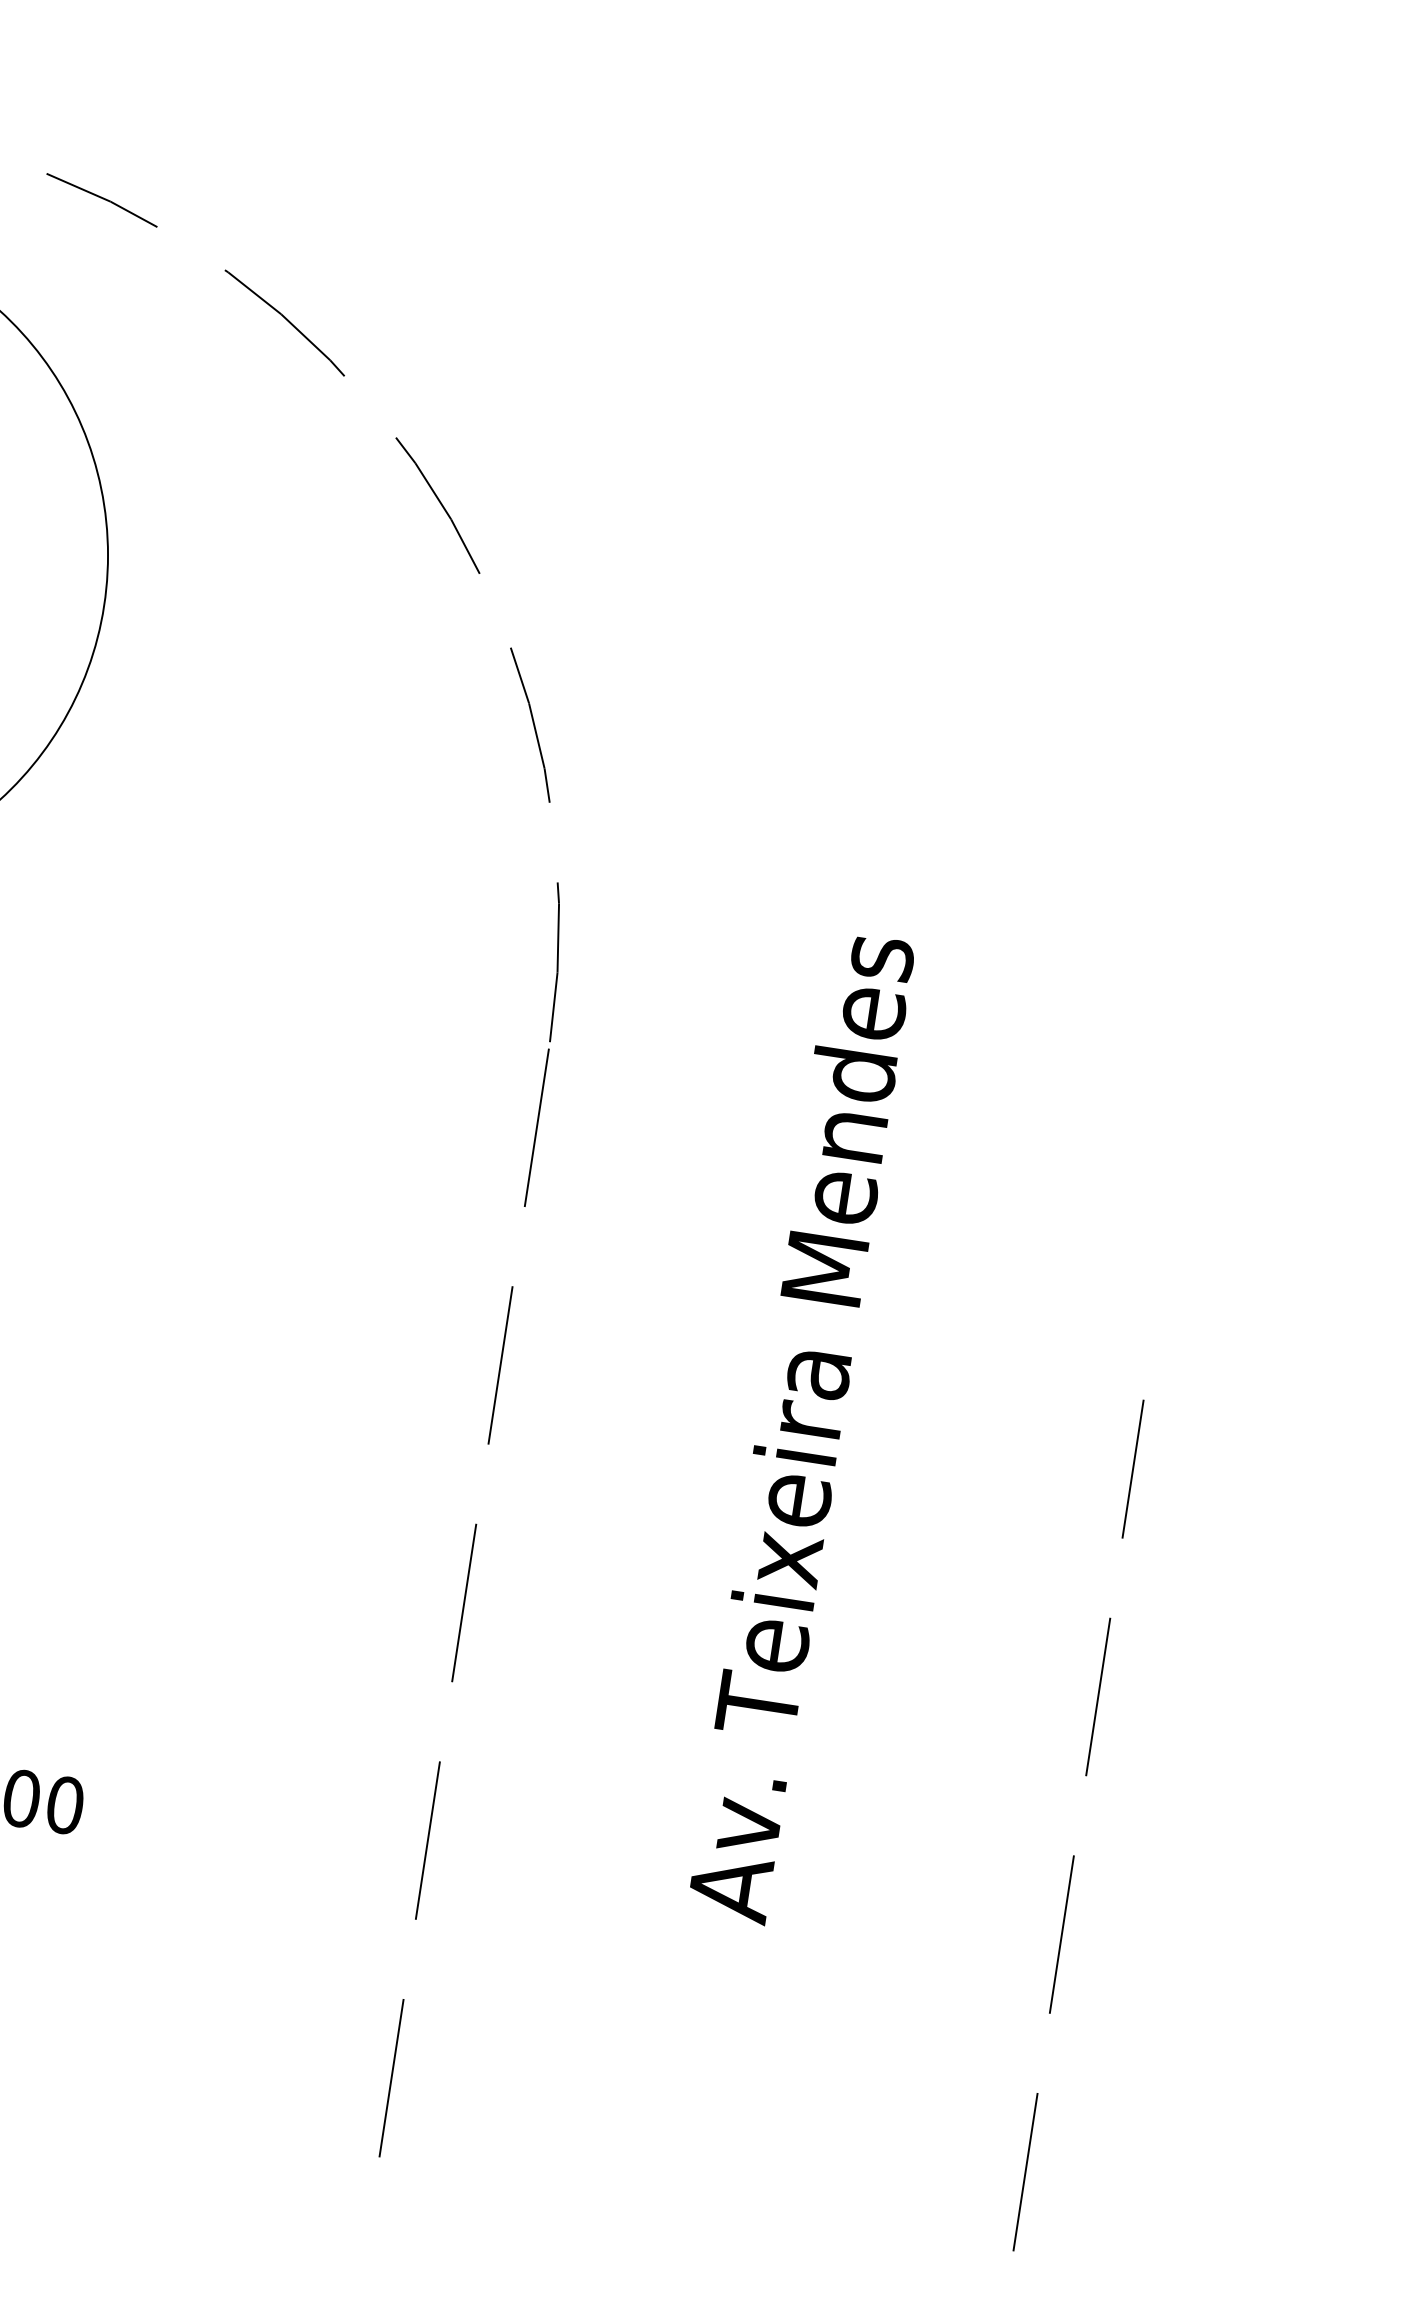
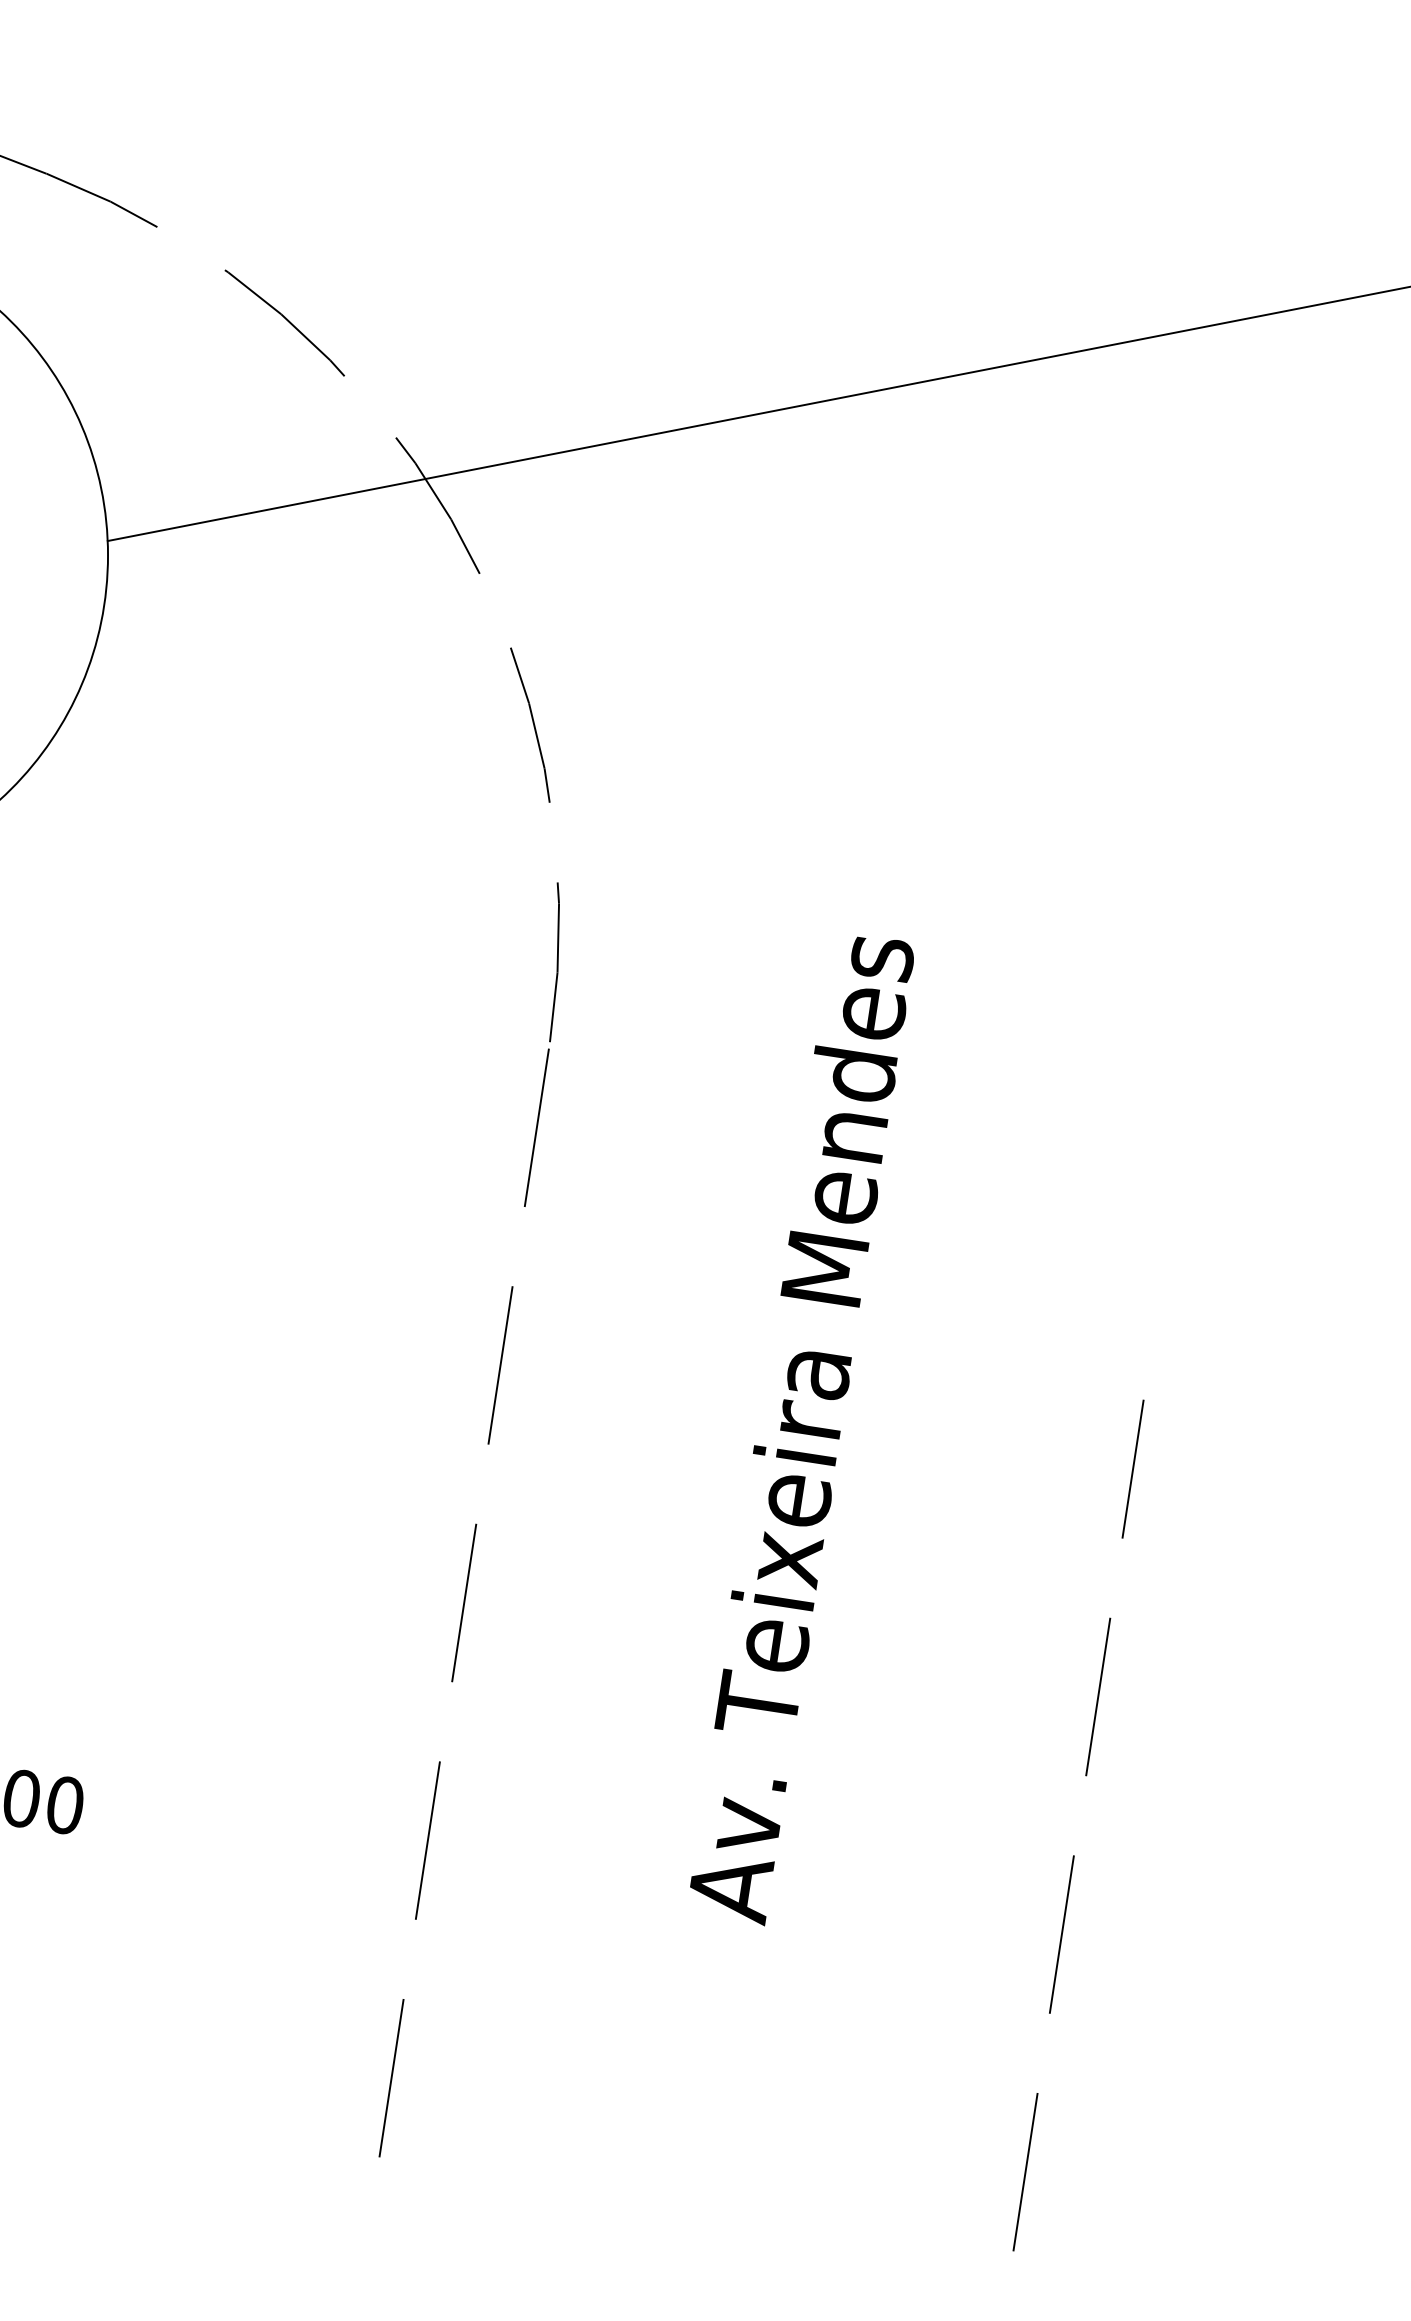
line at (24, 164): none -> present
line at (757, 414): none -> present
